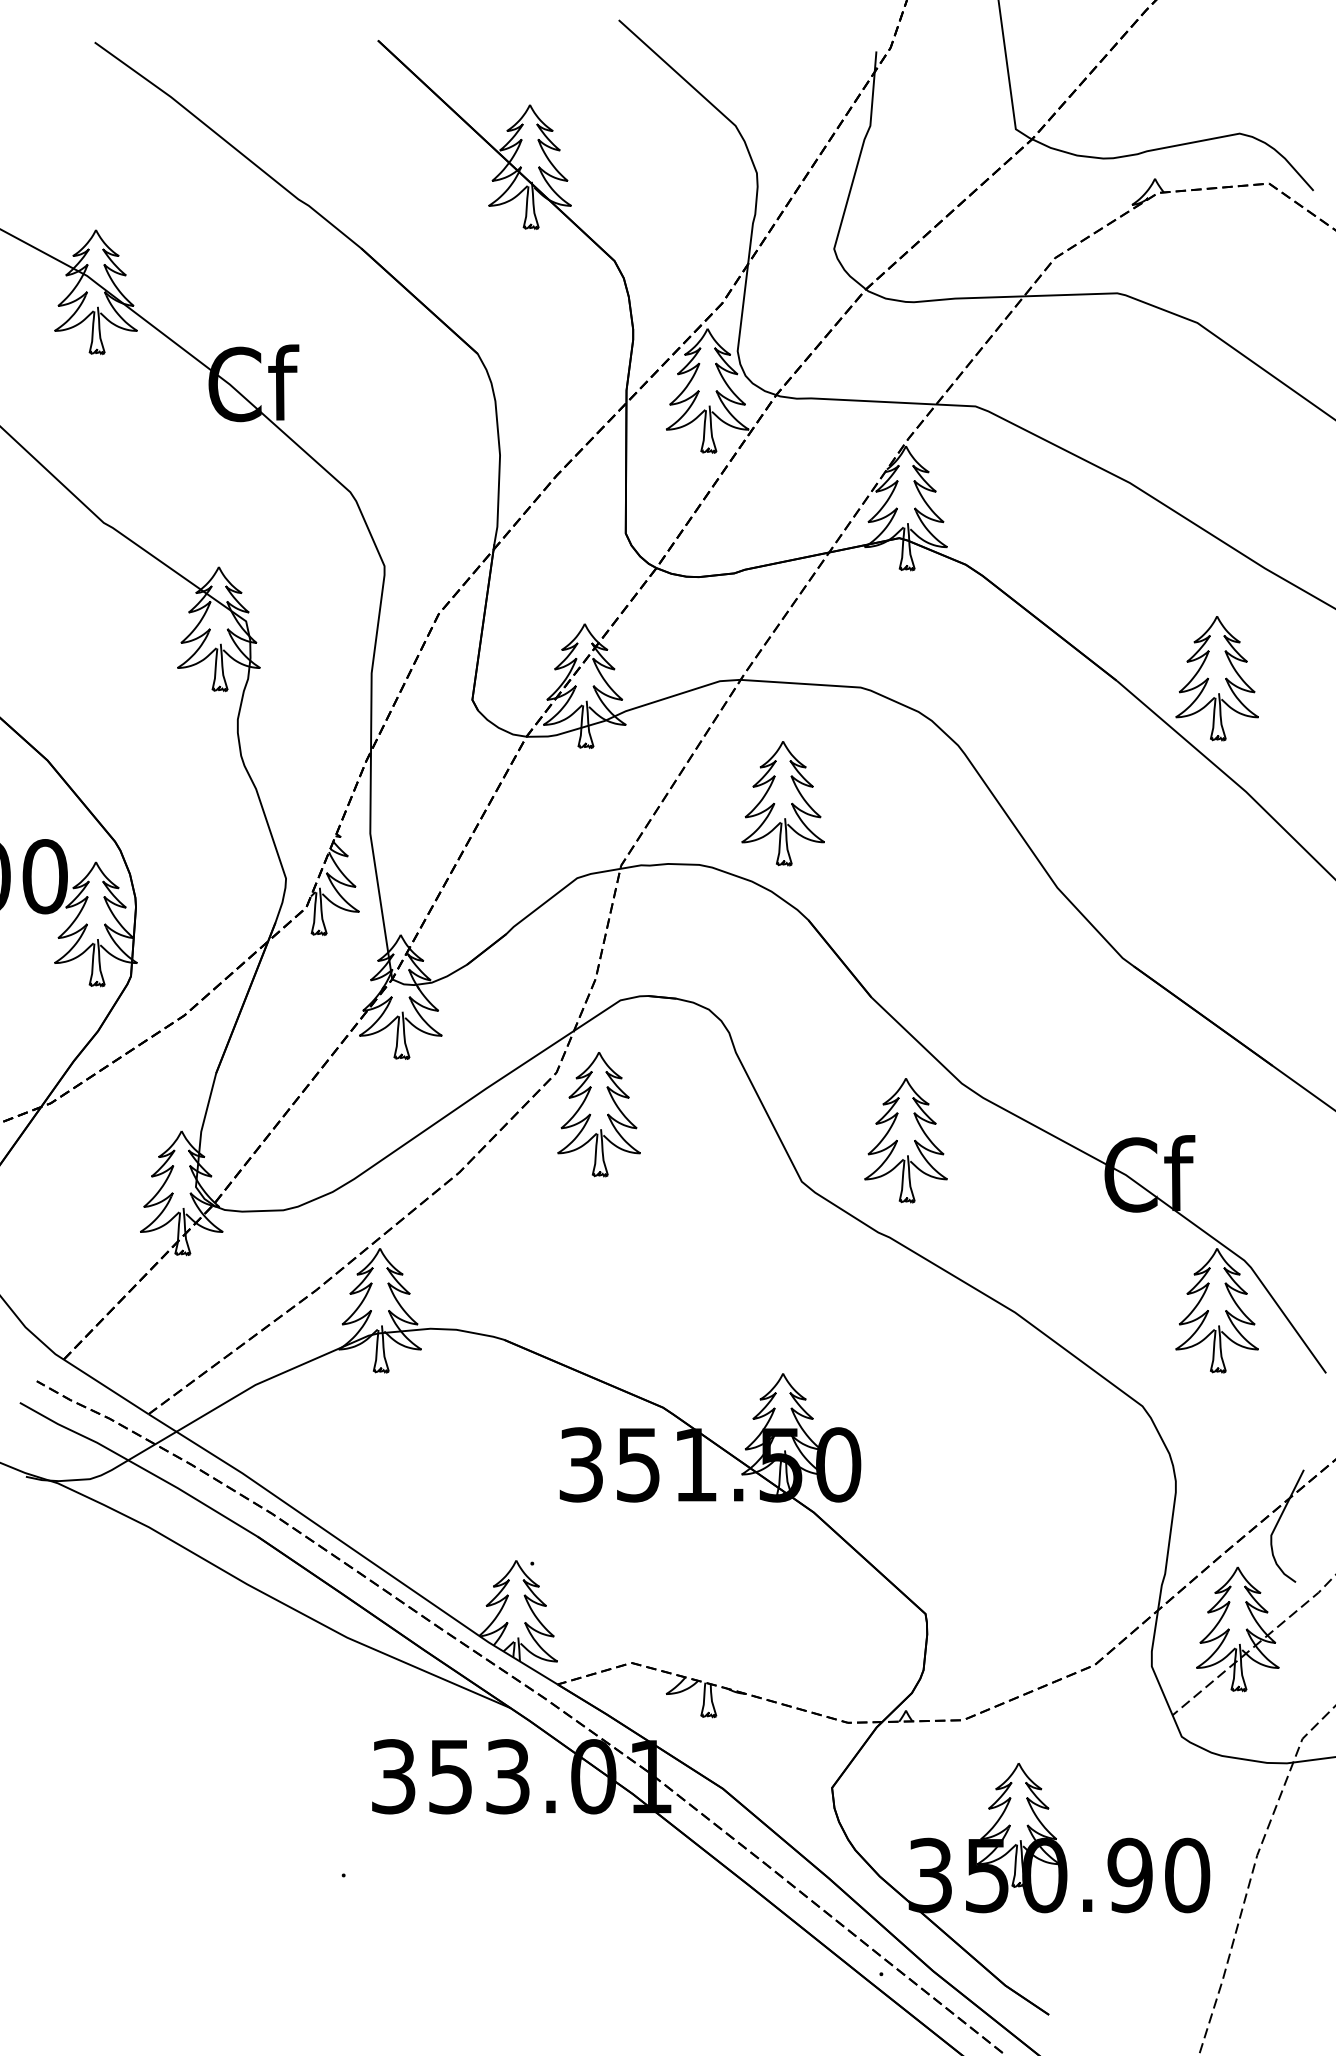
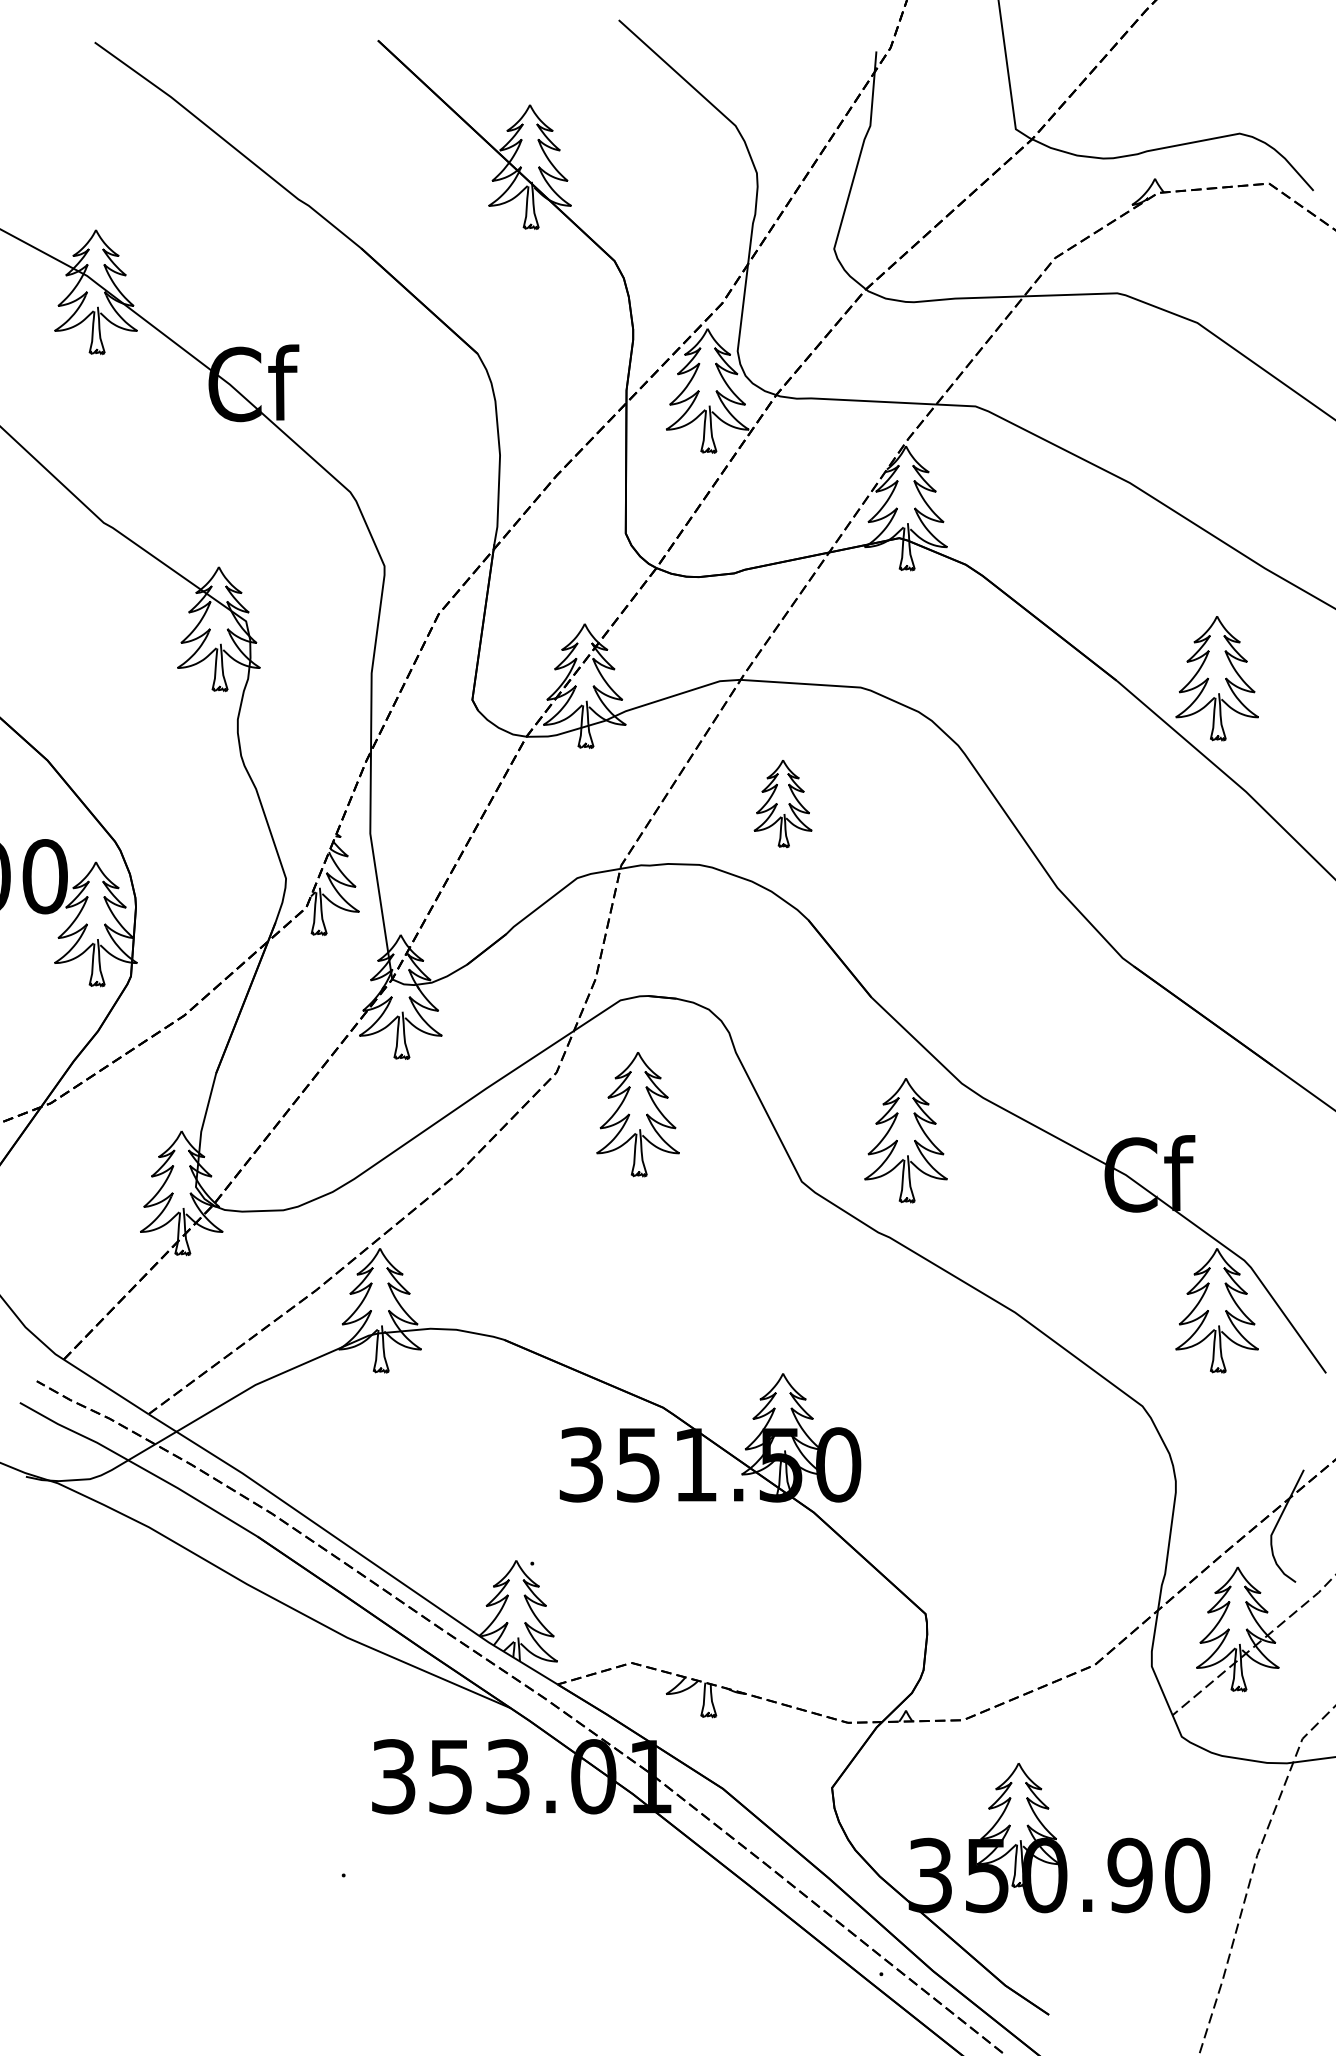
part at (782, 803) size: 84x126 px -> 60x88 px
part at (598, 1114) position: (598, 1114) -> (637, 1114)
